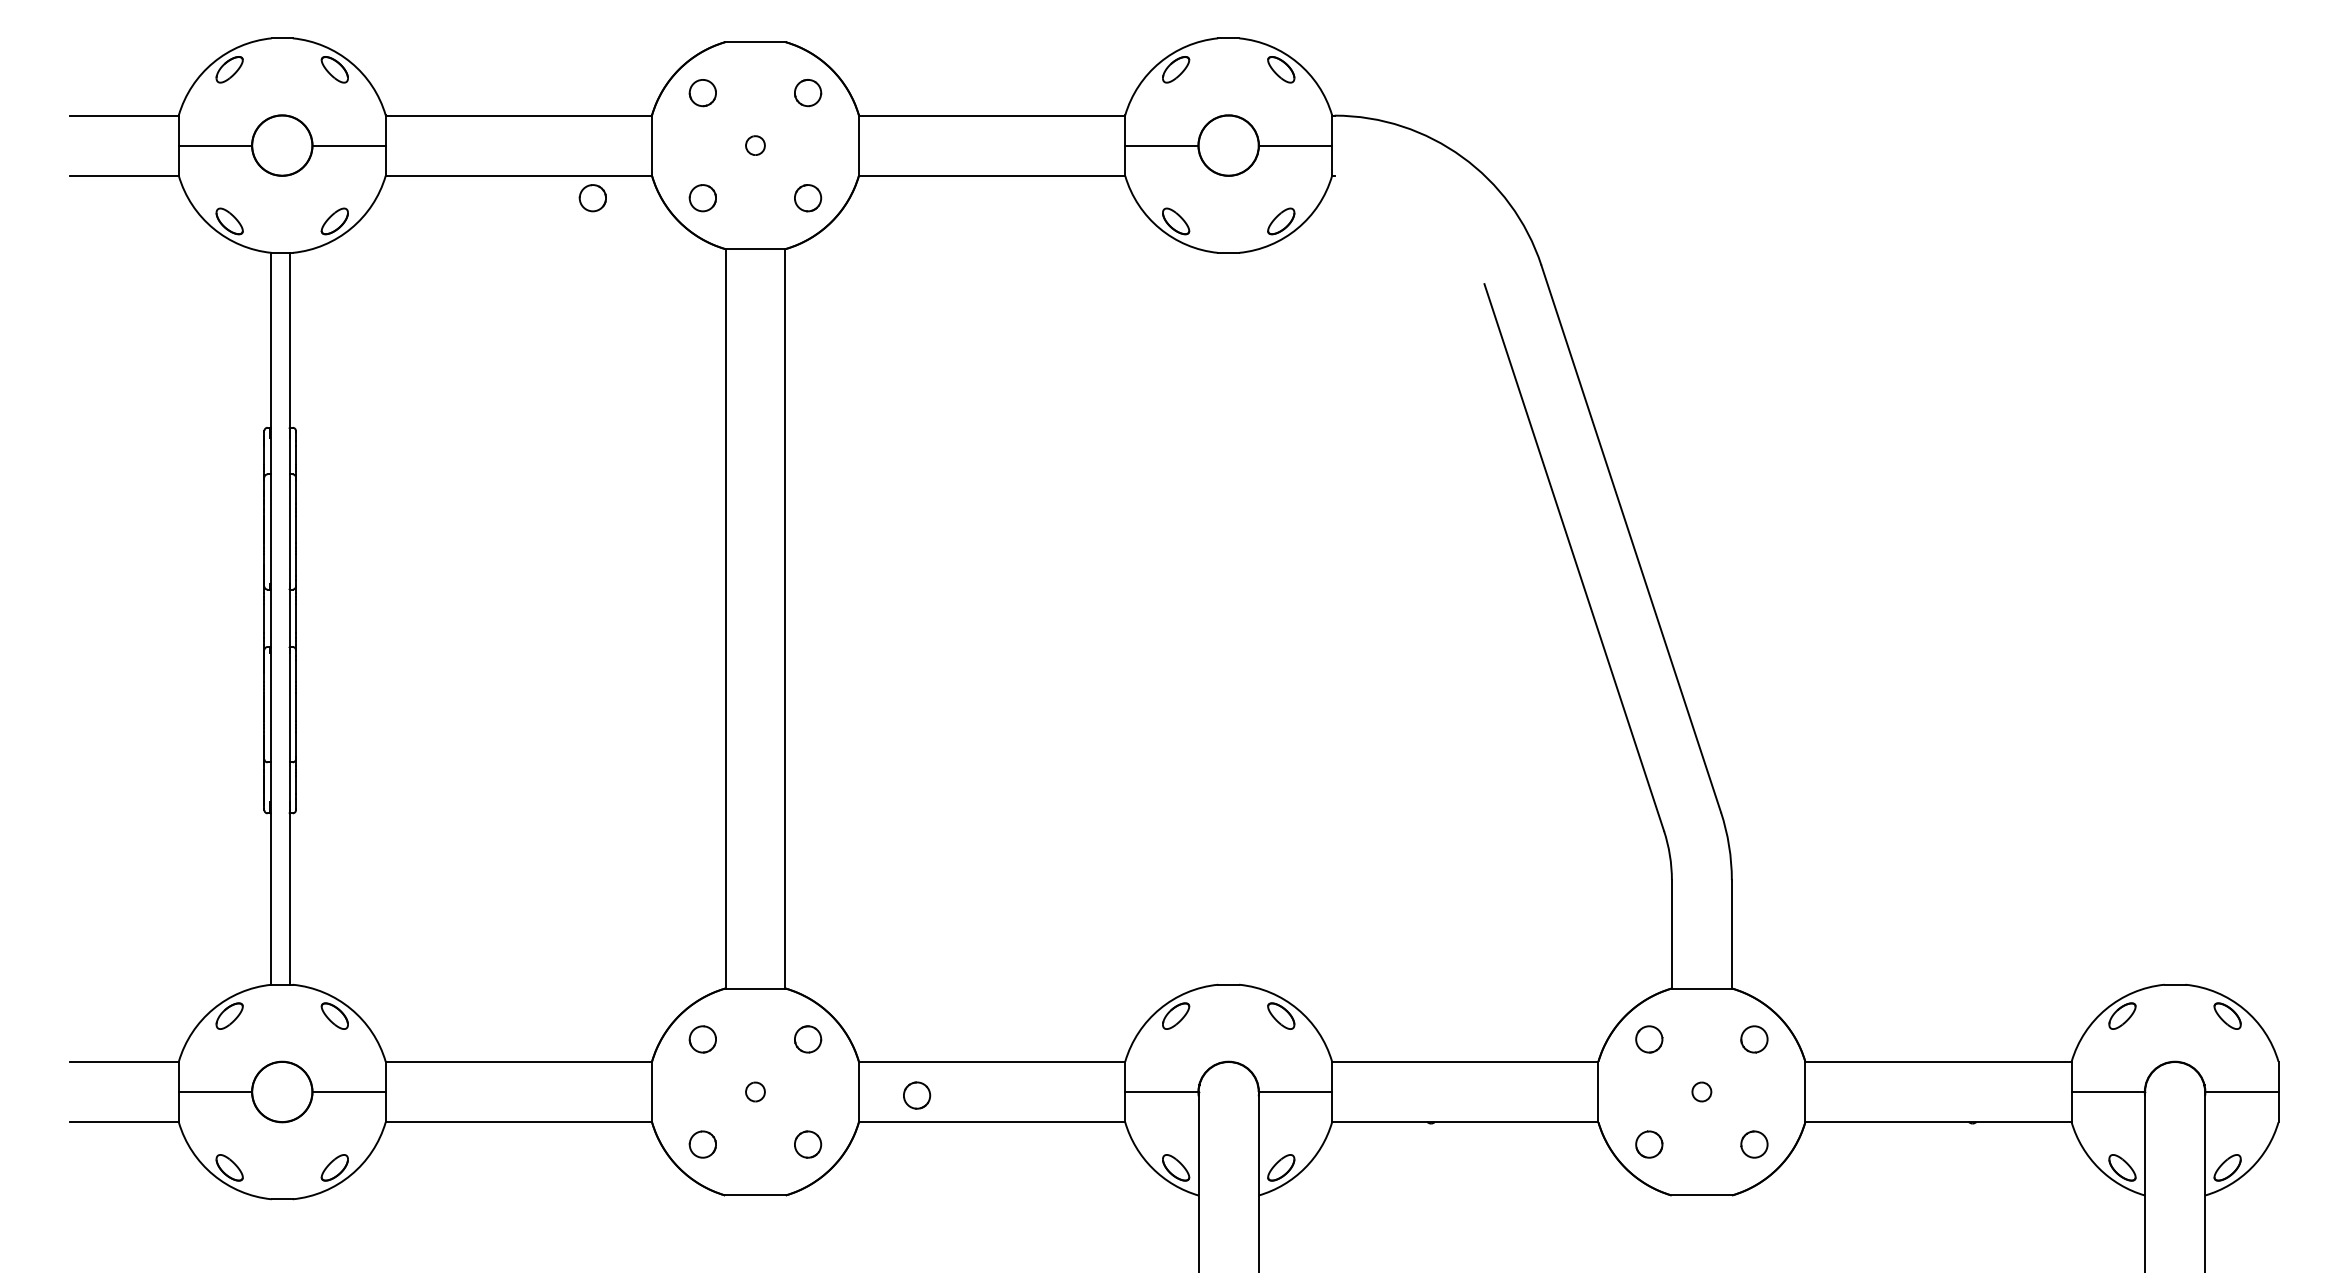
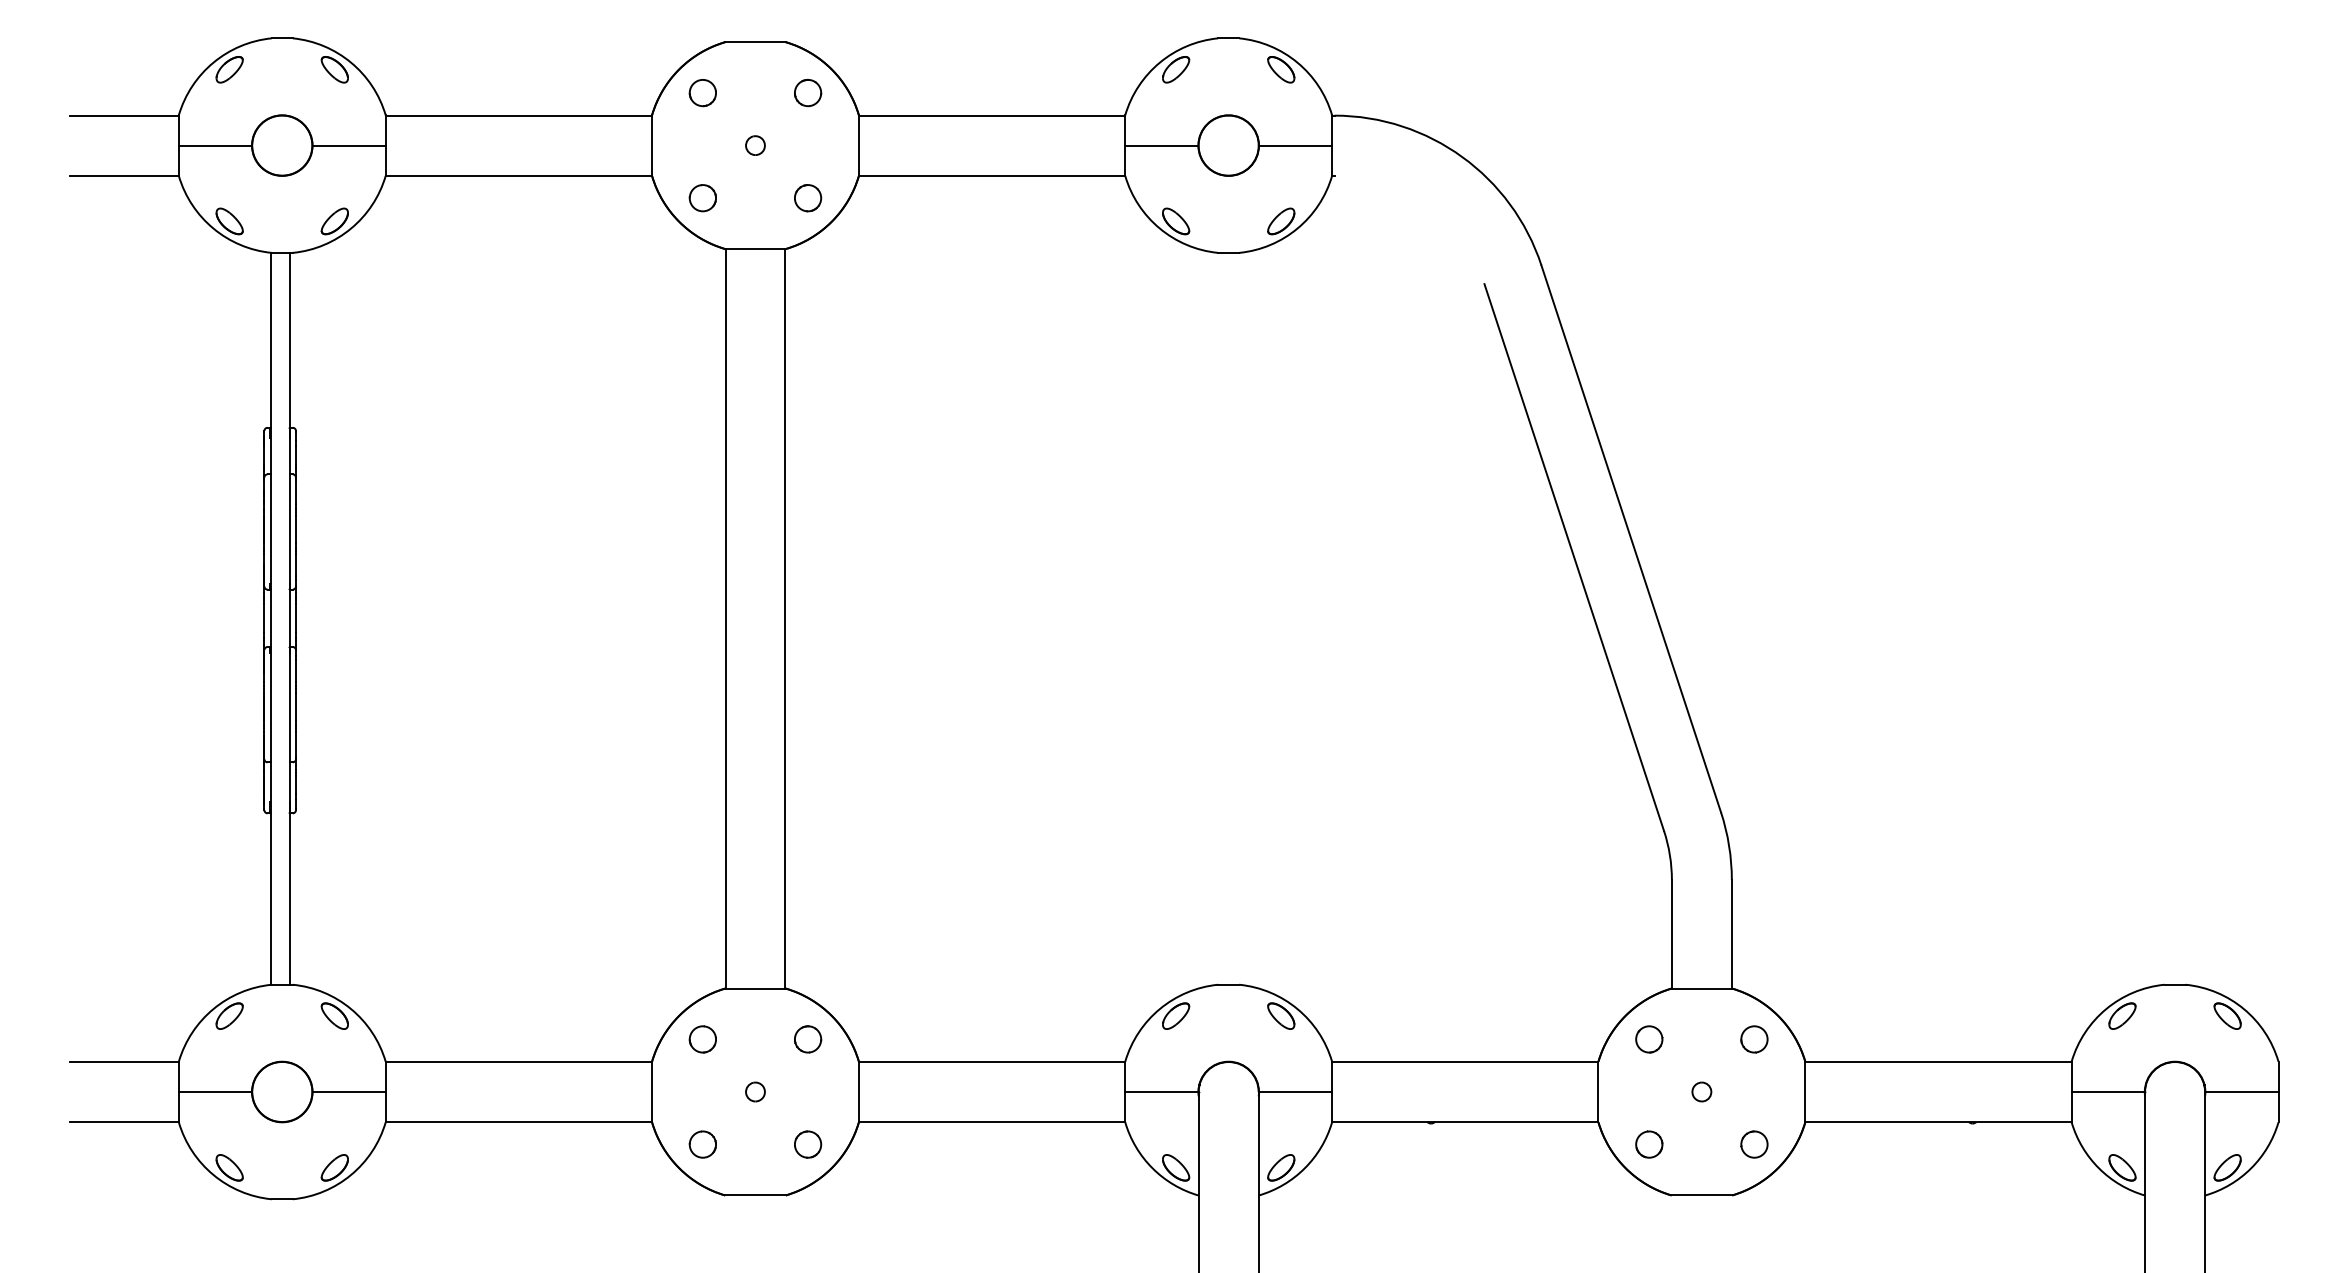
circle at (592, 198): present -> none
circle at (917, 1095): present -> none
